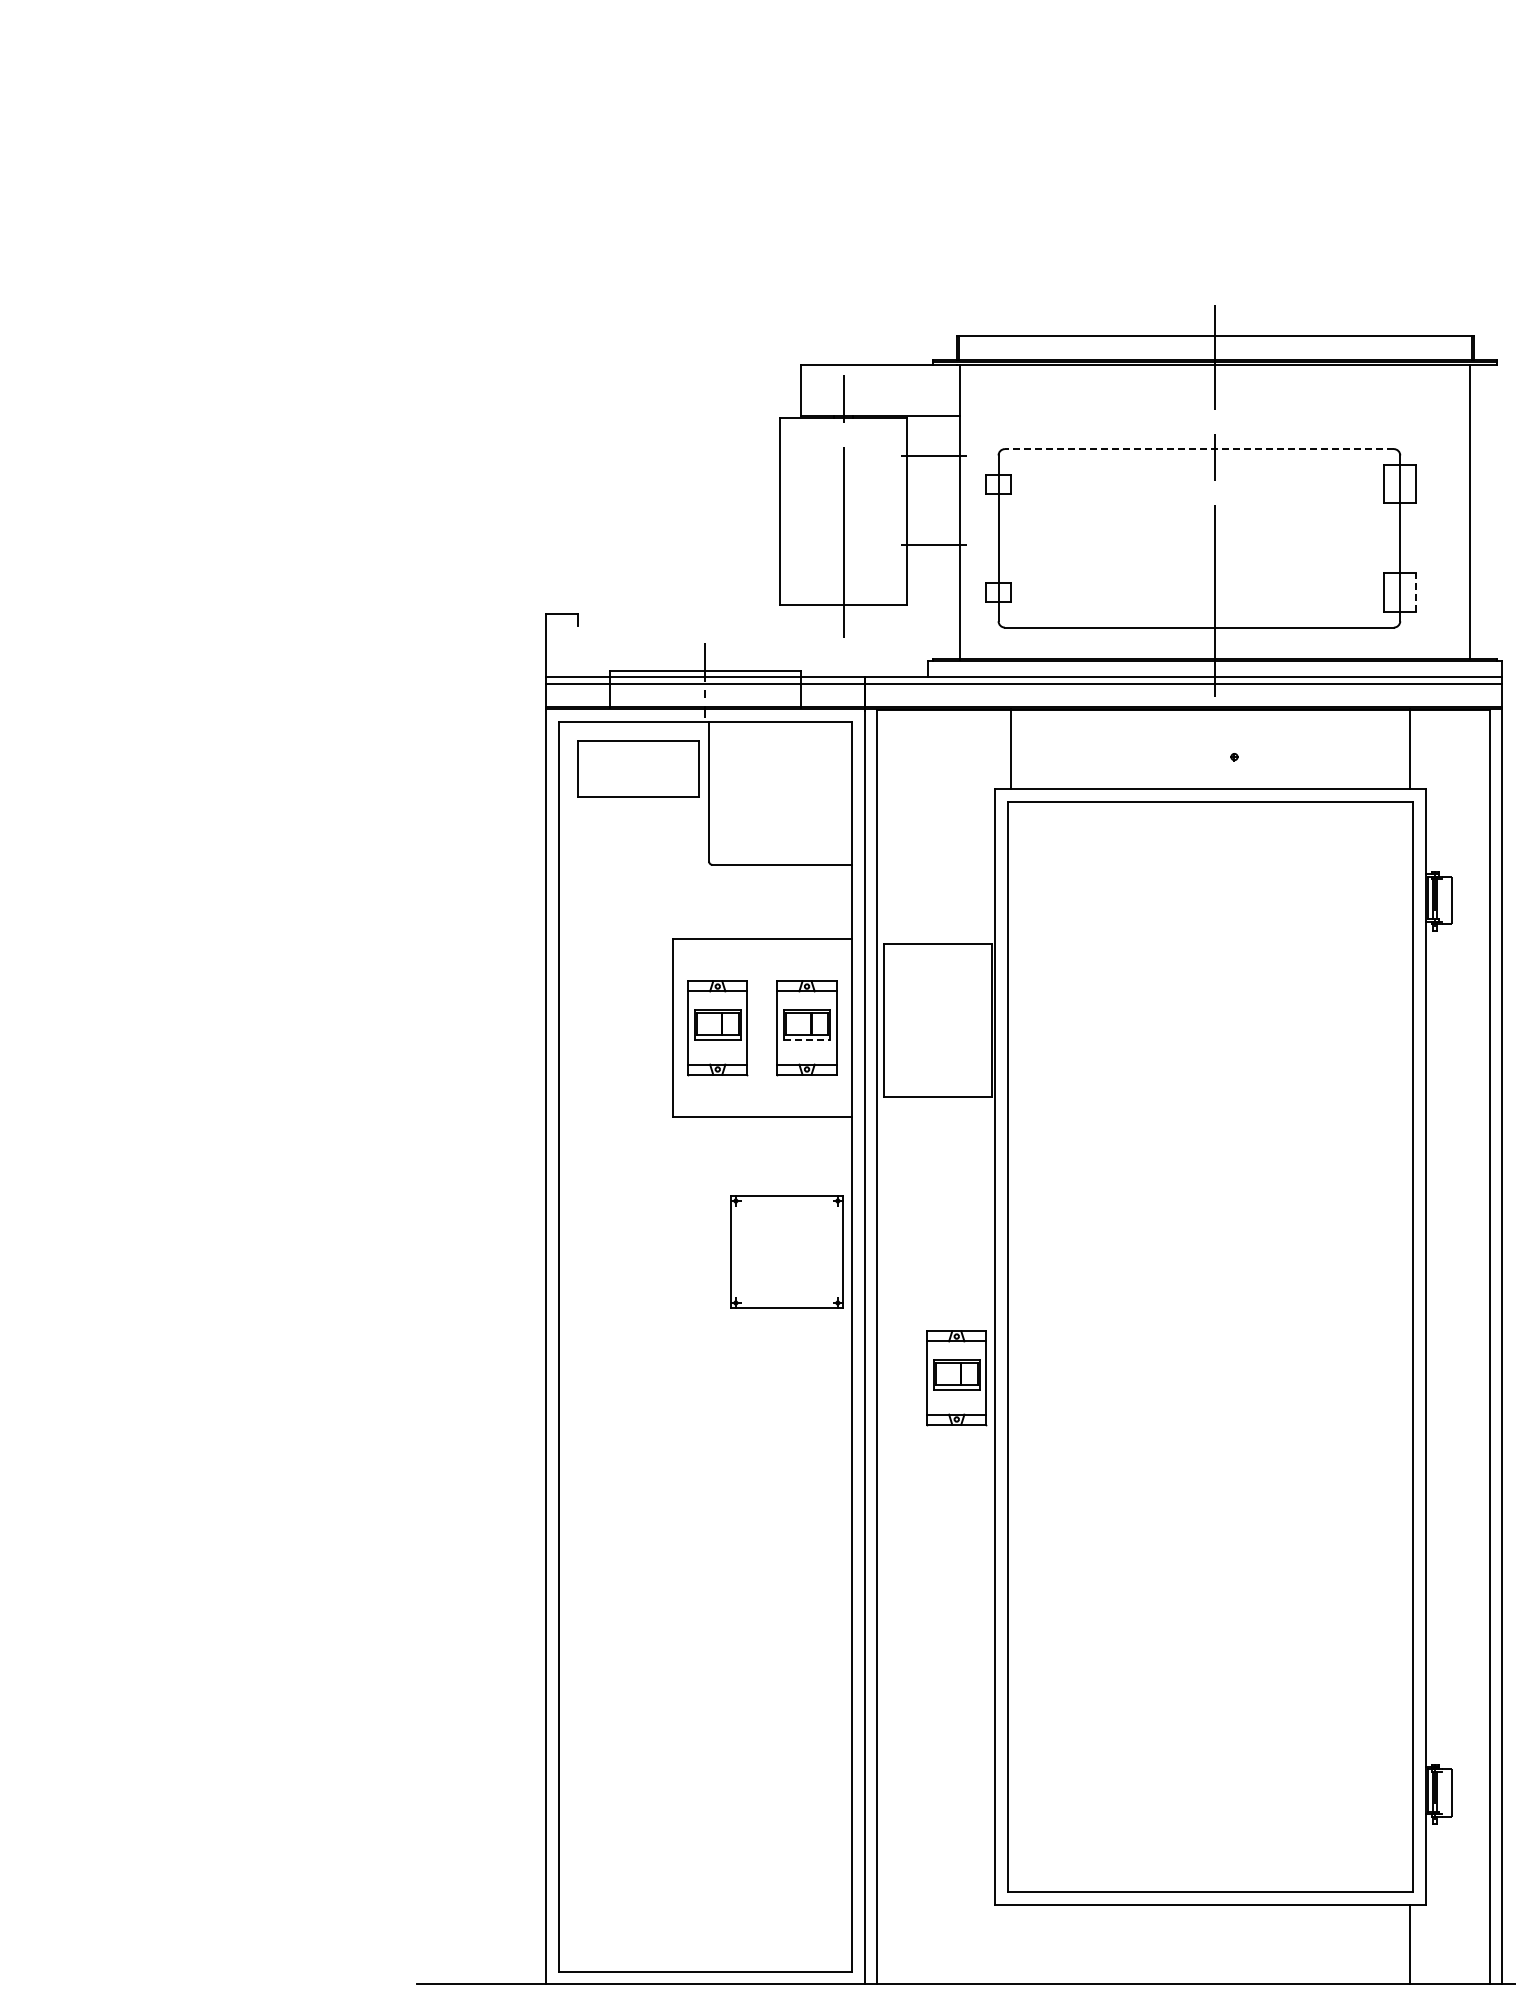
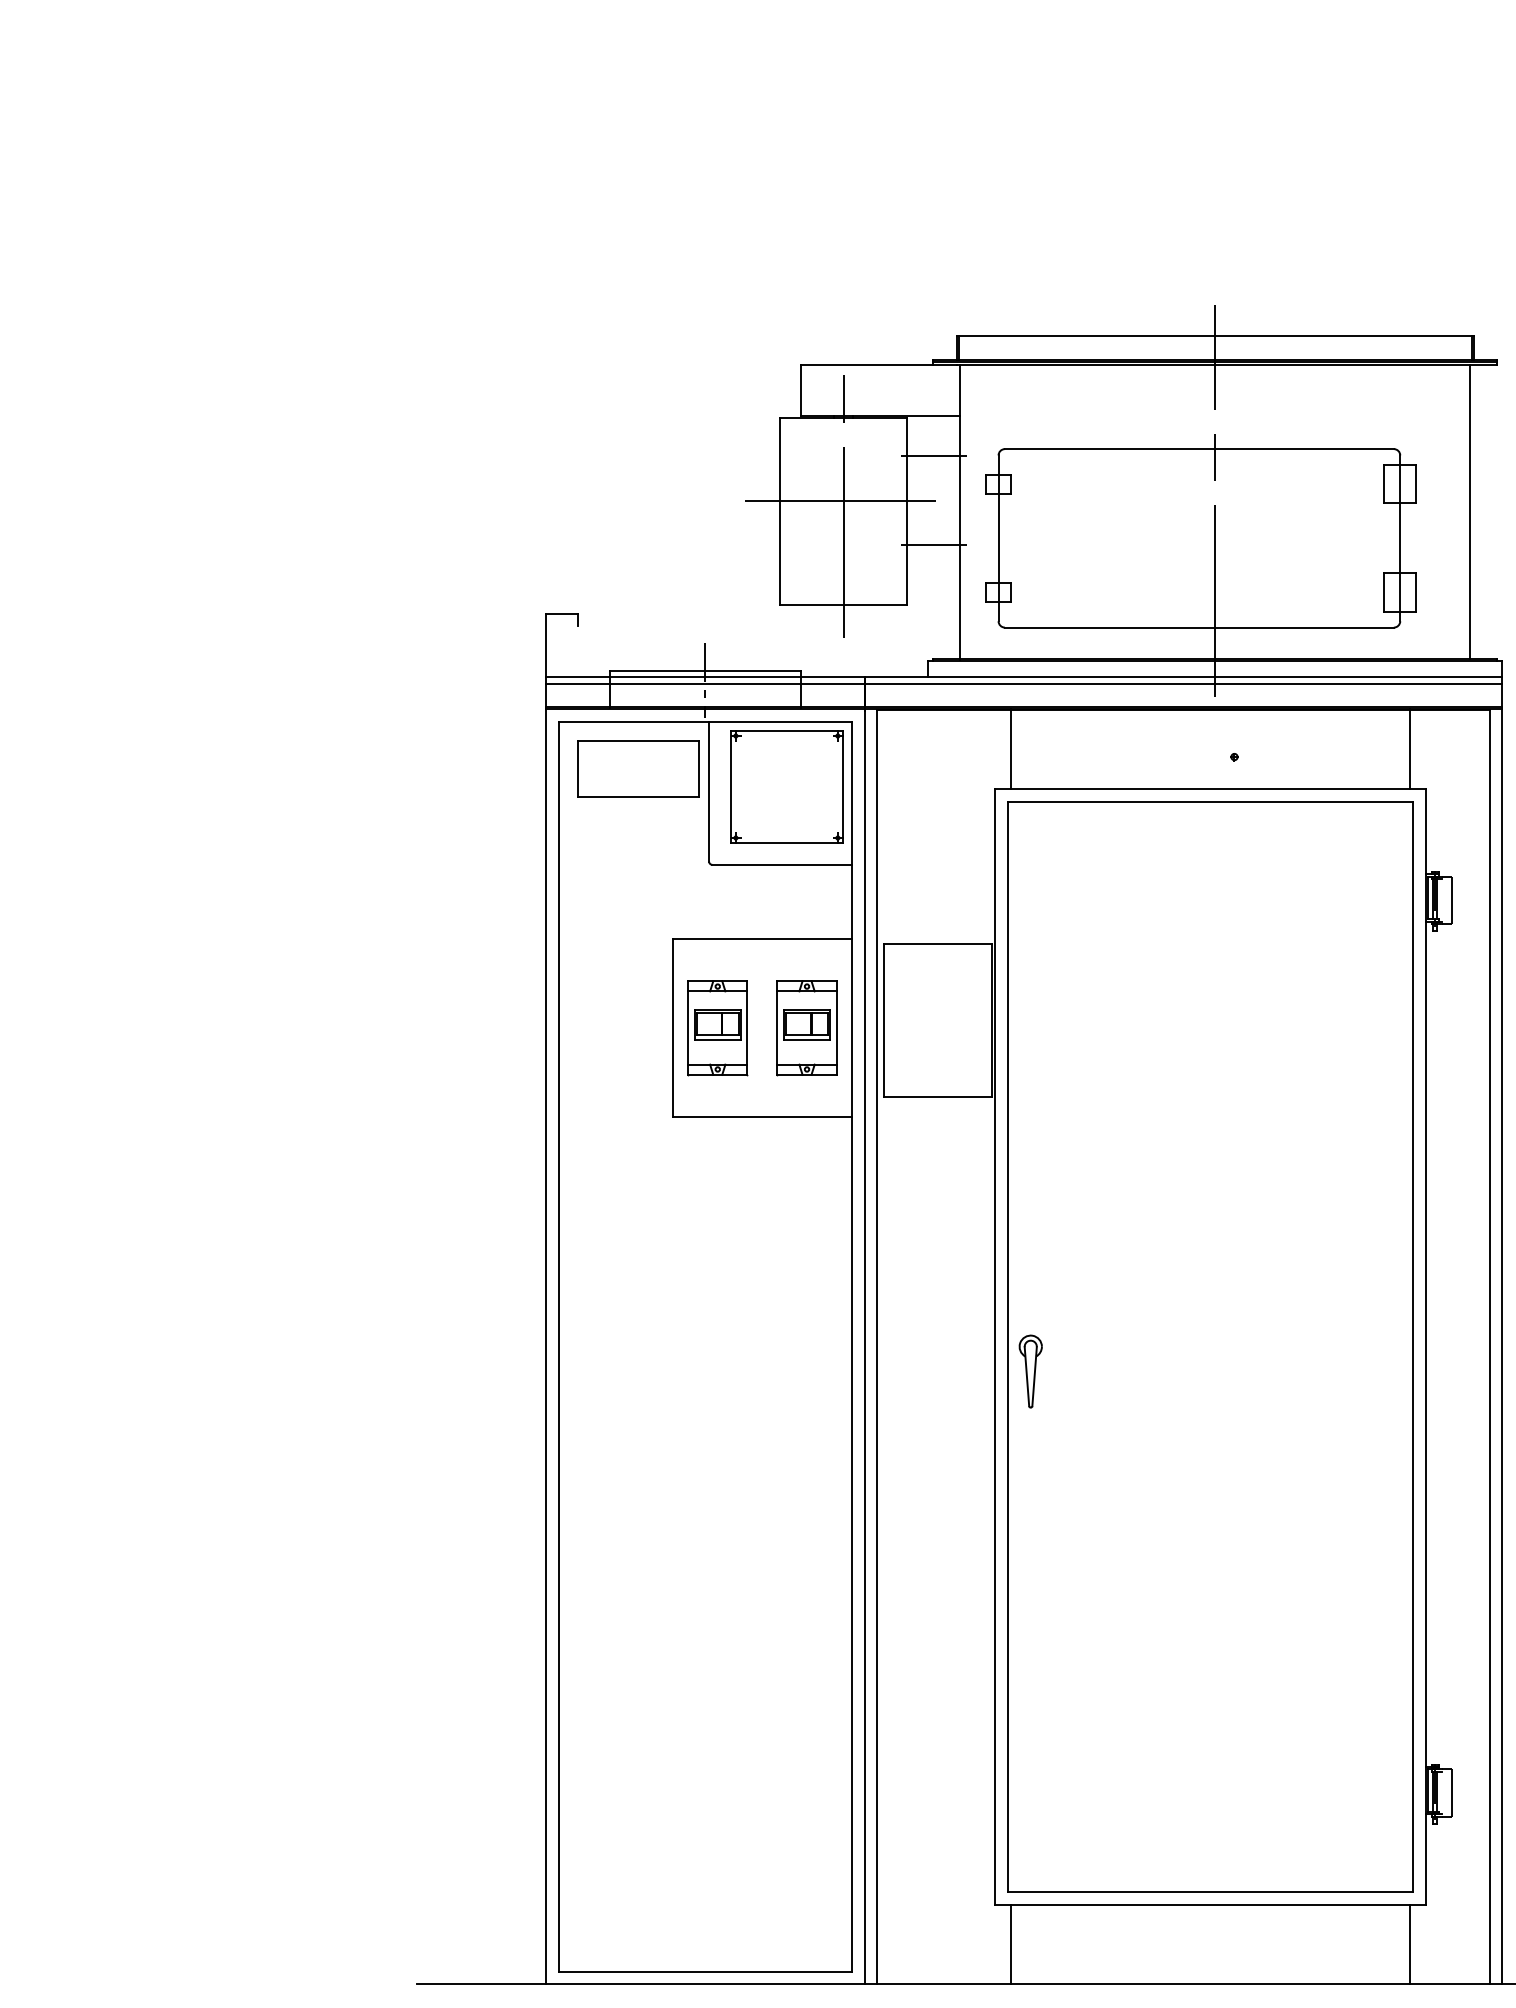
line at (1198, 449): dashed -> solid
line at (838, 500): none -> present
line at (1416, 592): dashed -> solid
line at (807, 1040): dashed -> solid
part at (786, 1251) position: (786, 1251) -> (786, 786)
part at (1030, 1371): none -> present
part at (956, 1378): present -> none
line at (1011, 1944): none -> present
